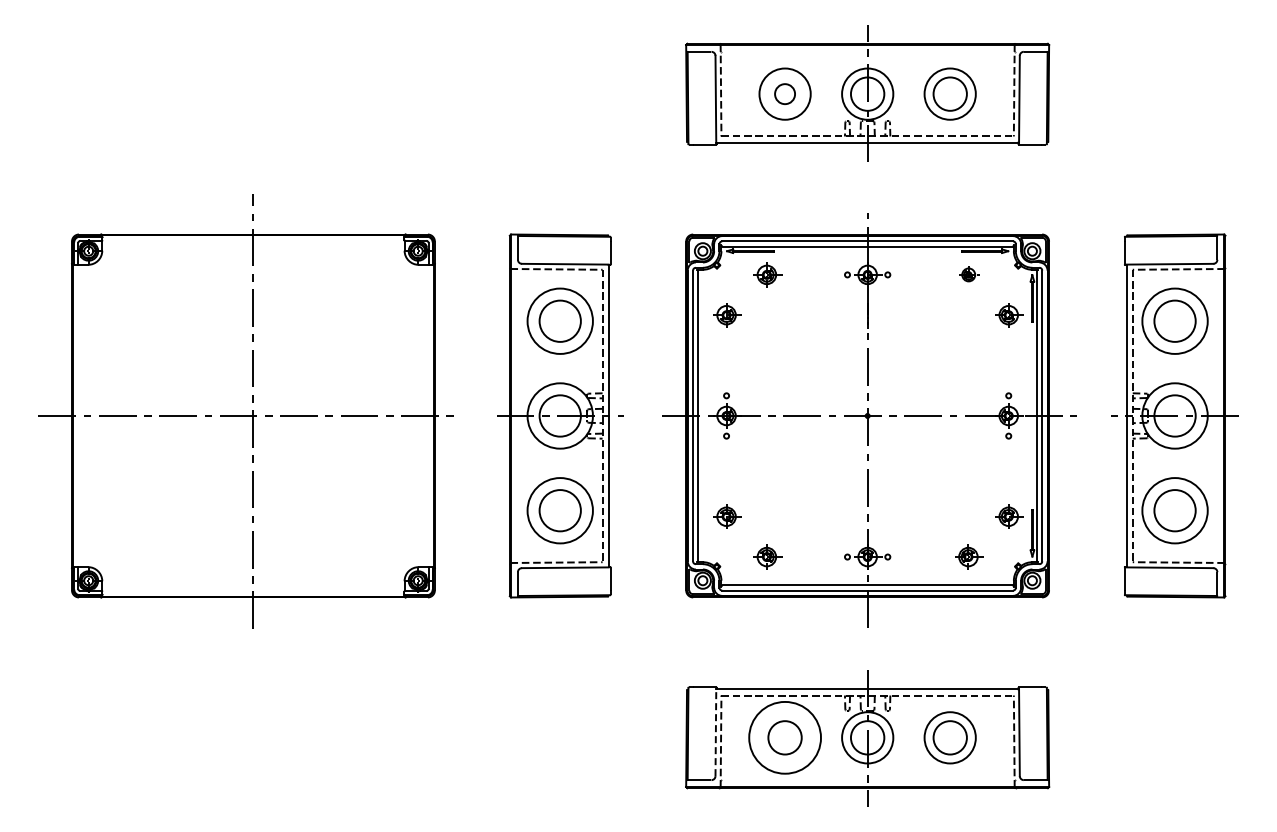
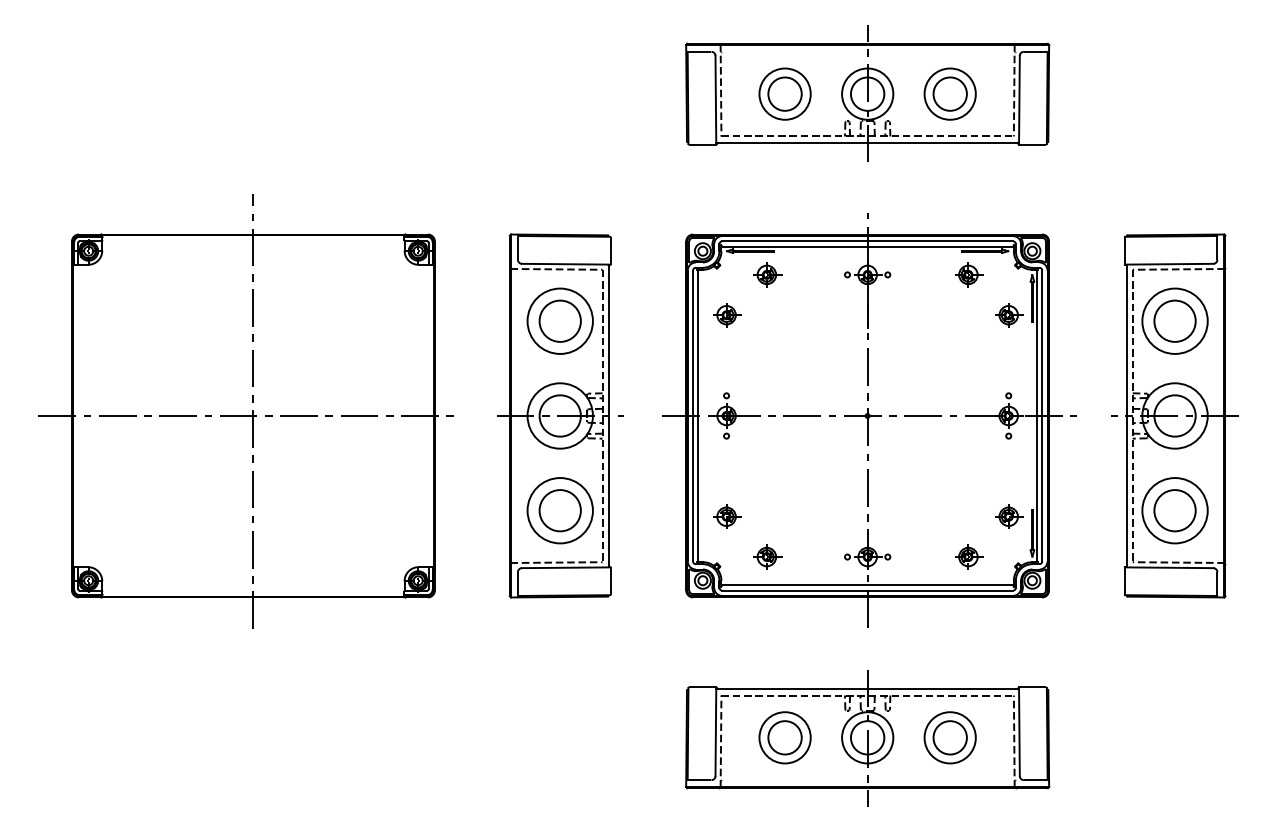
circle at (785, 94) diameter: 20 px -> 33 px
part at (969, 274) size: 21x17 px -> 29x26 px
line at (715, 732): dashed -> solid
circle at (785, 737) diameter: 72 px -> 51 px
